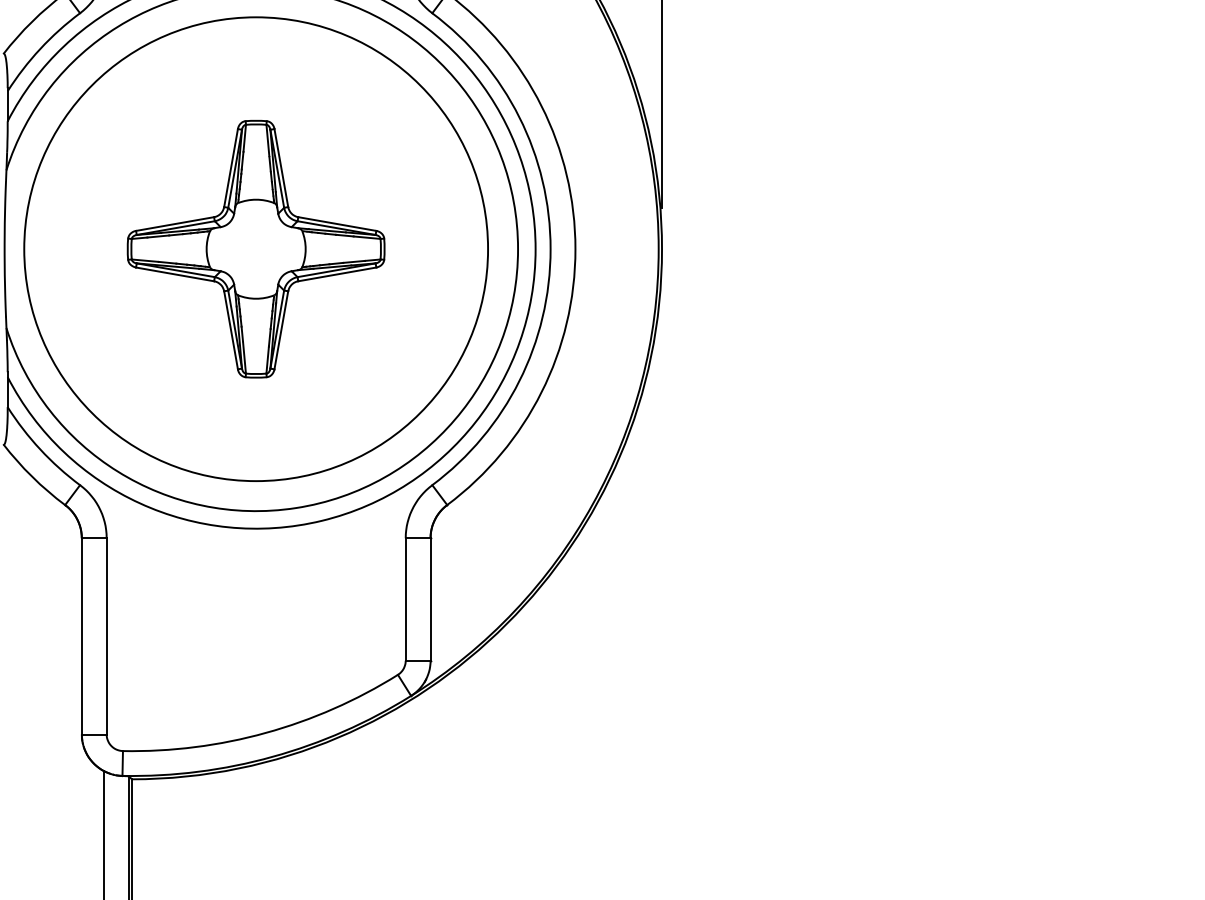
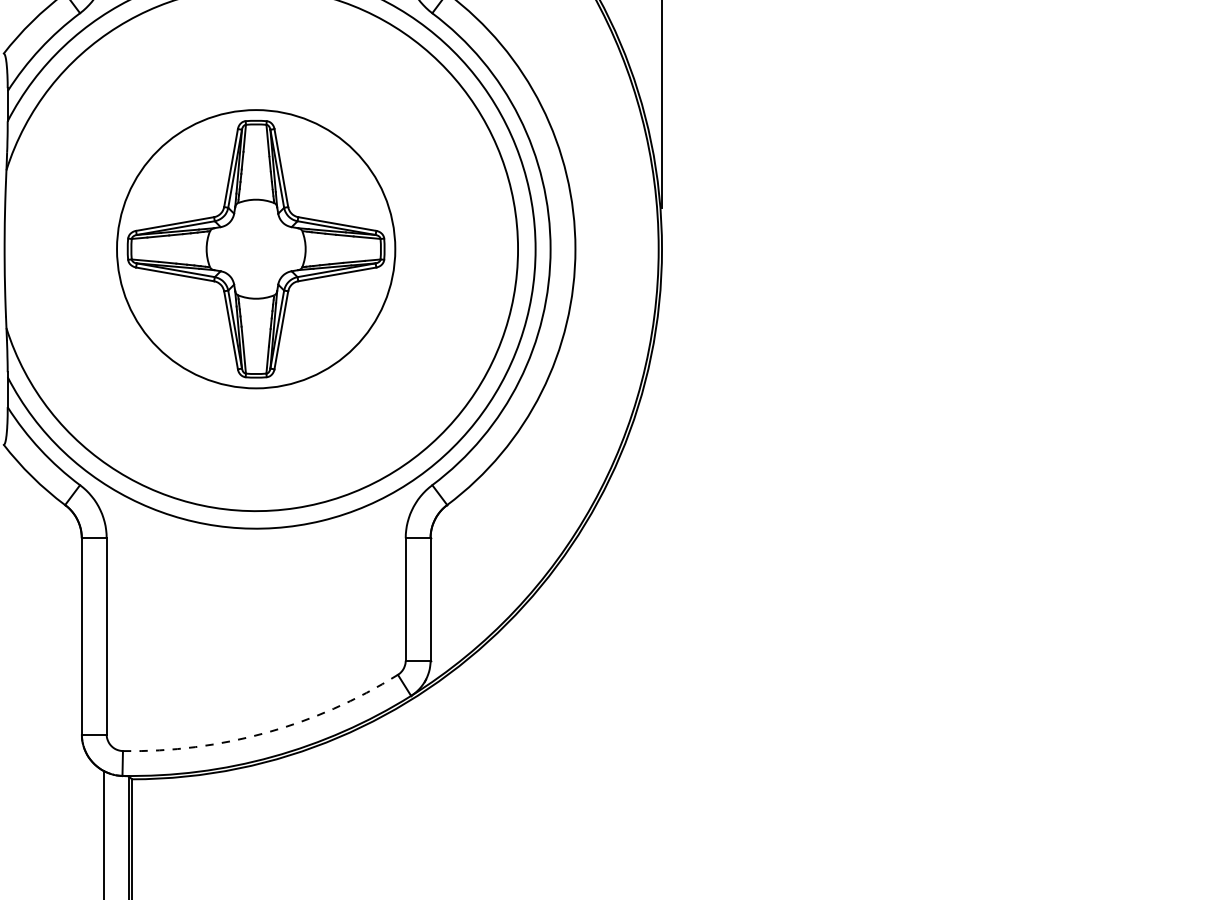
circle at (256, 249) diameter: 464 px -> 278 px
arc at (265, 732): solid -> dashed
